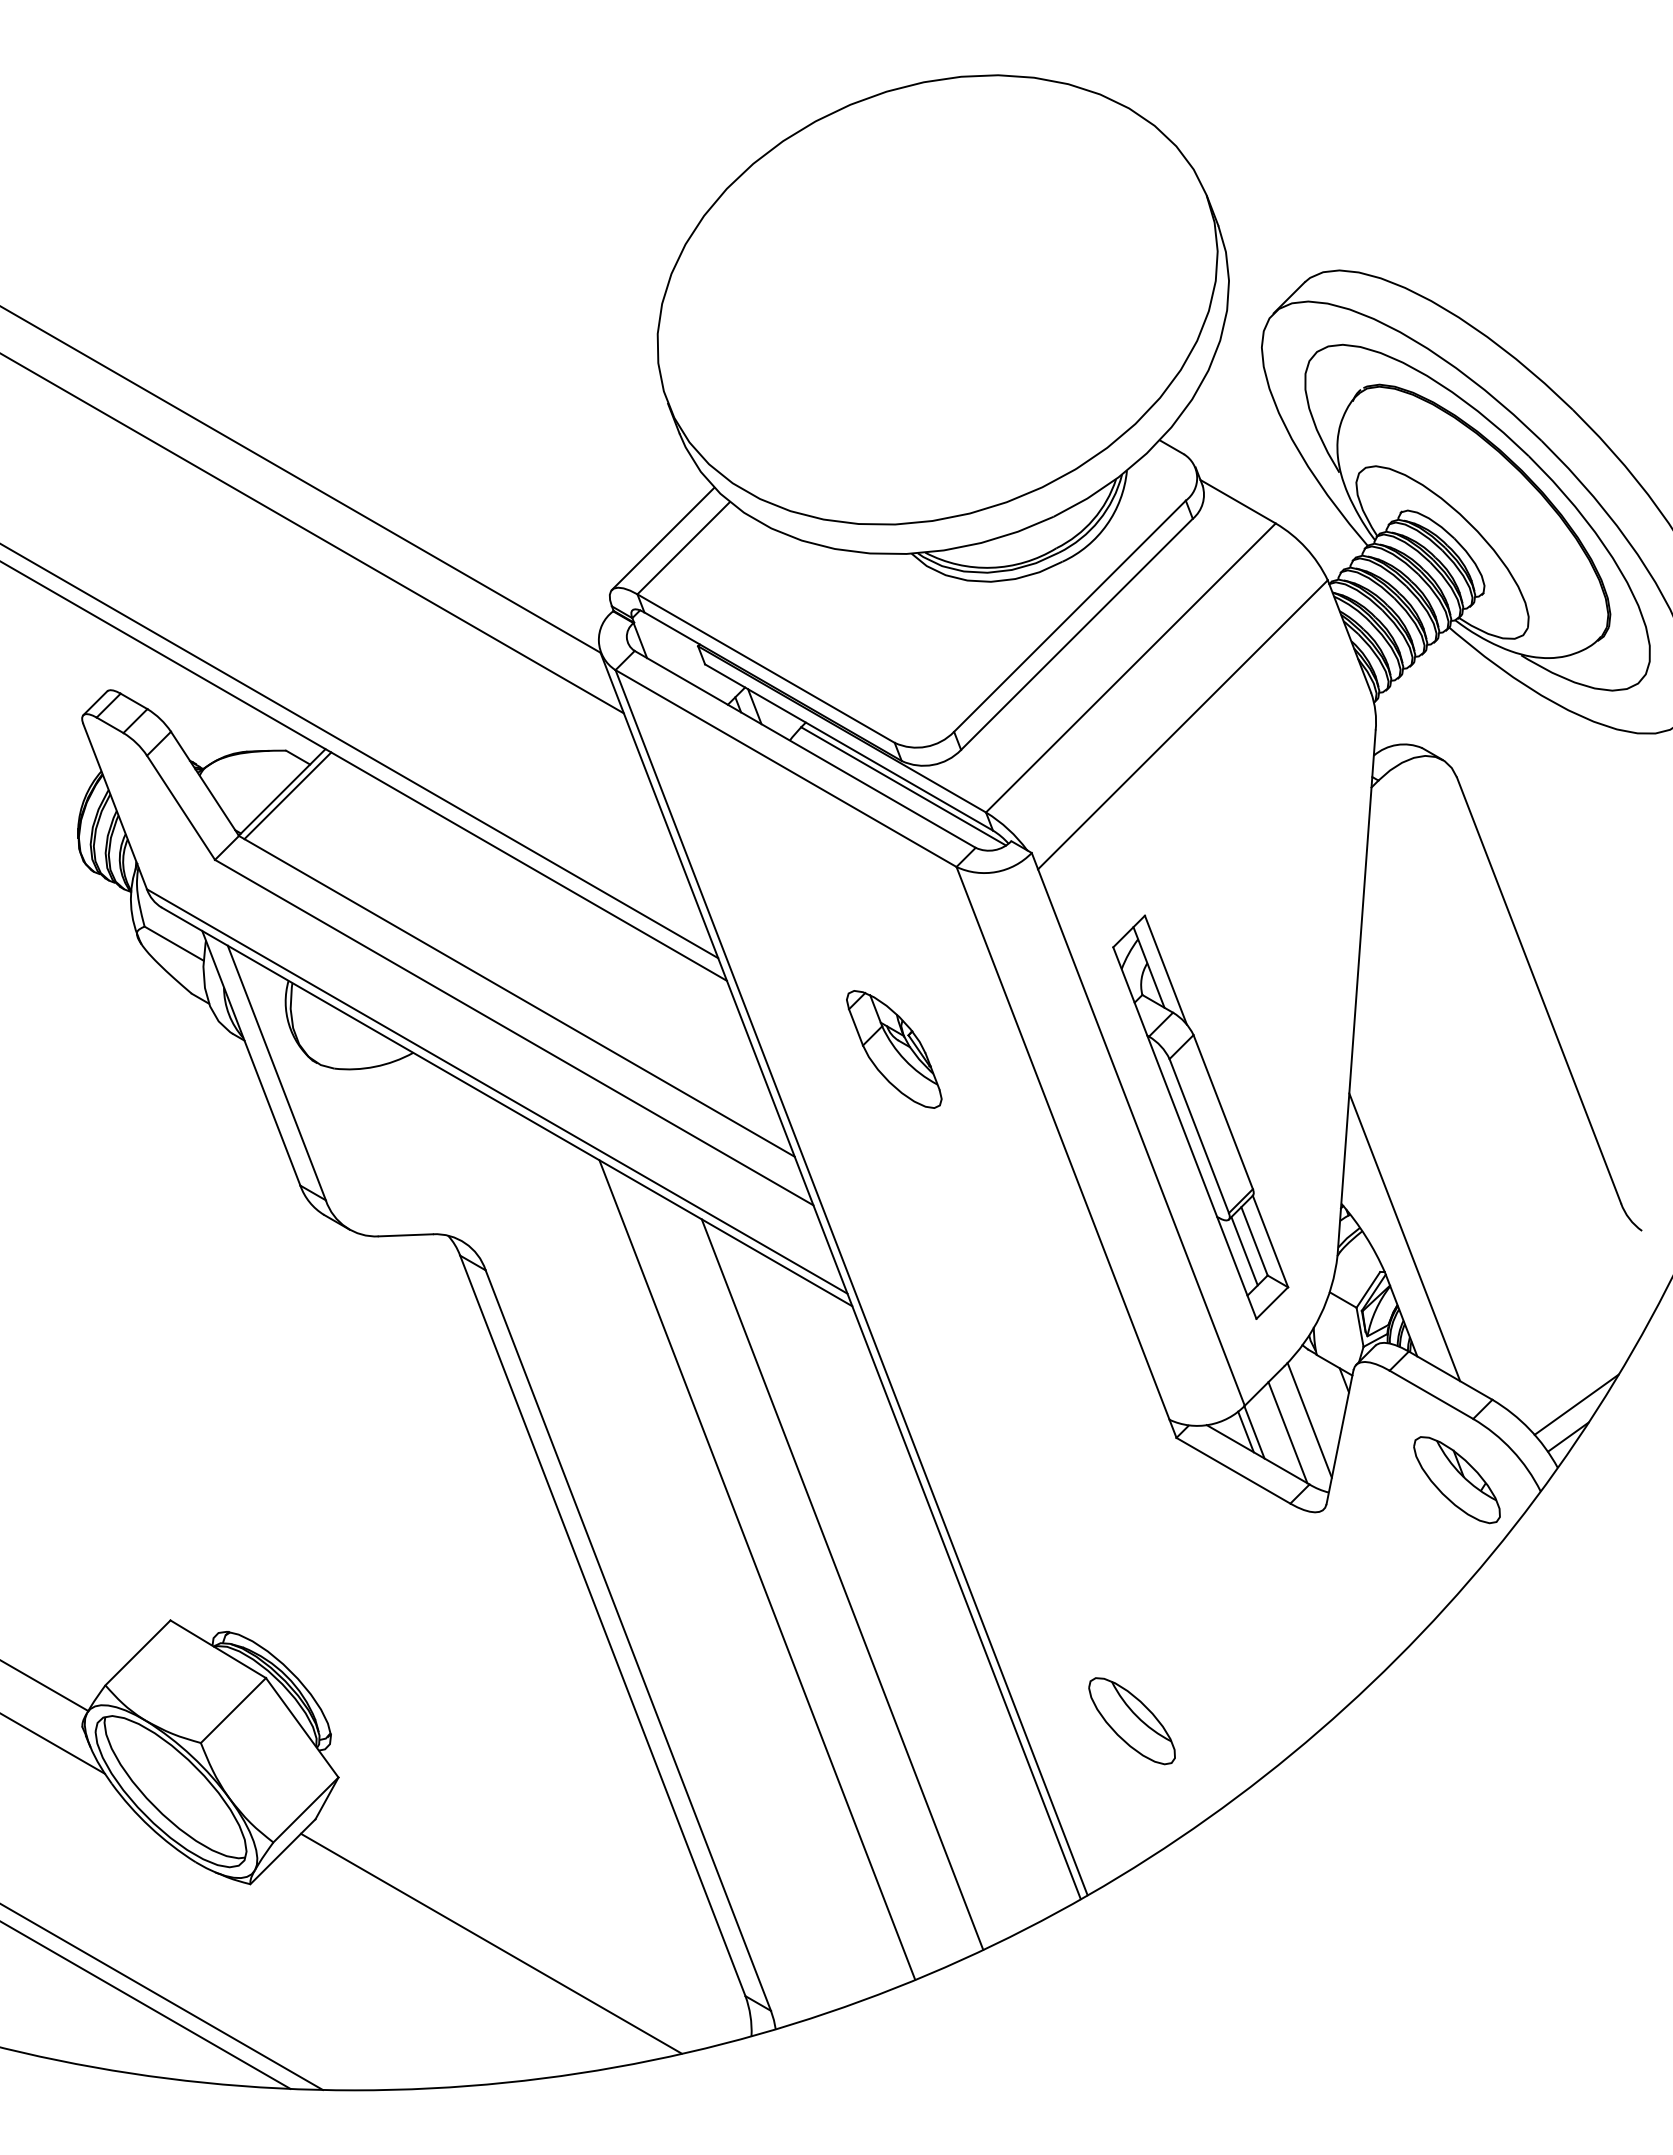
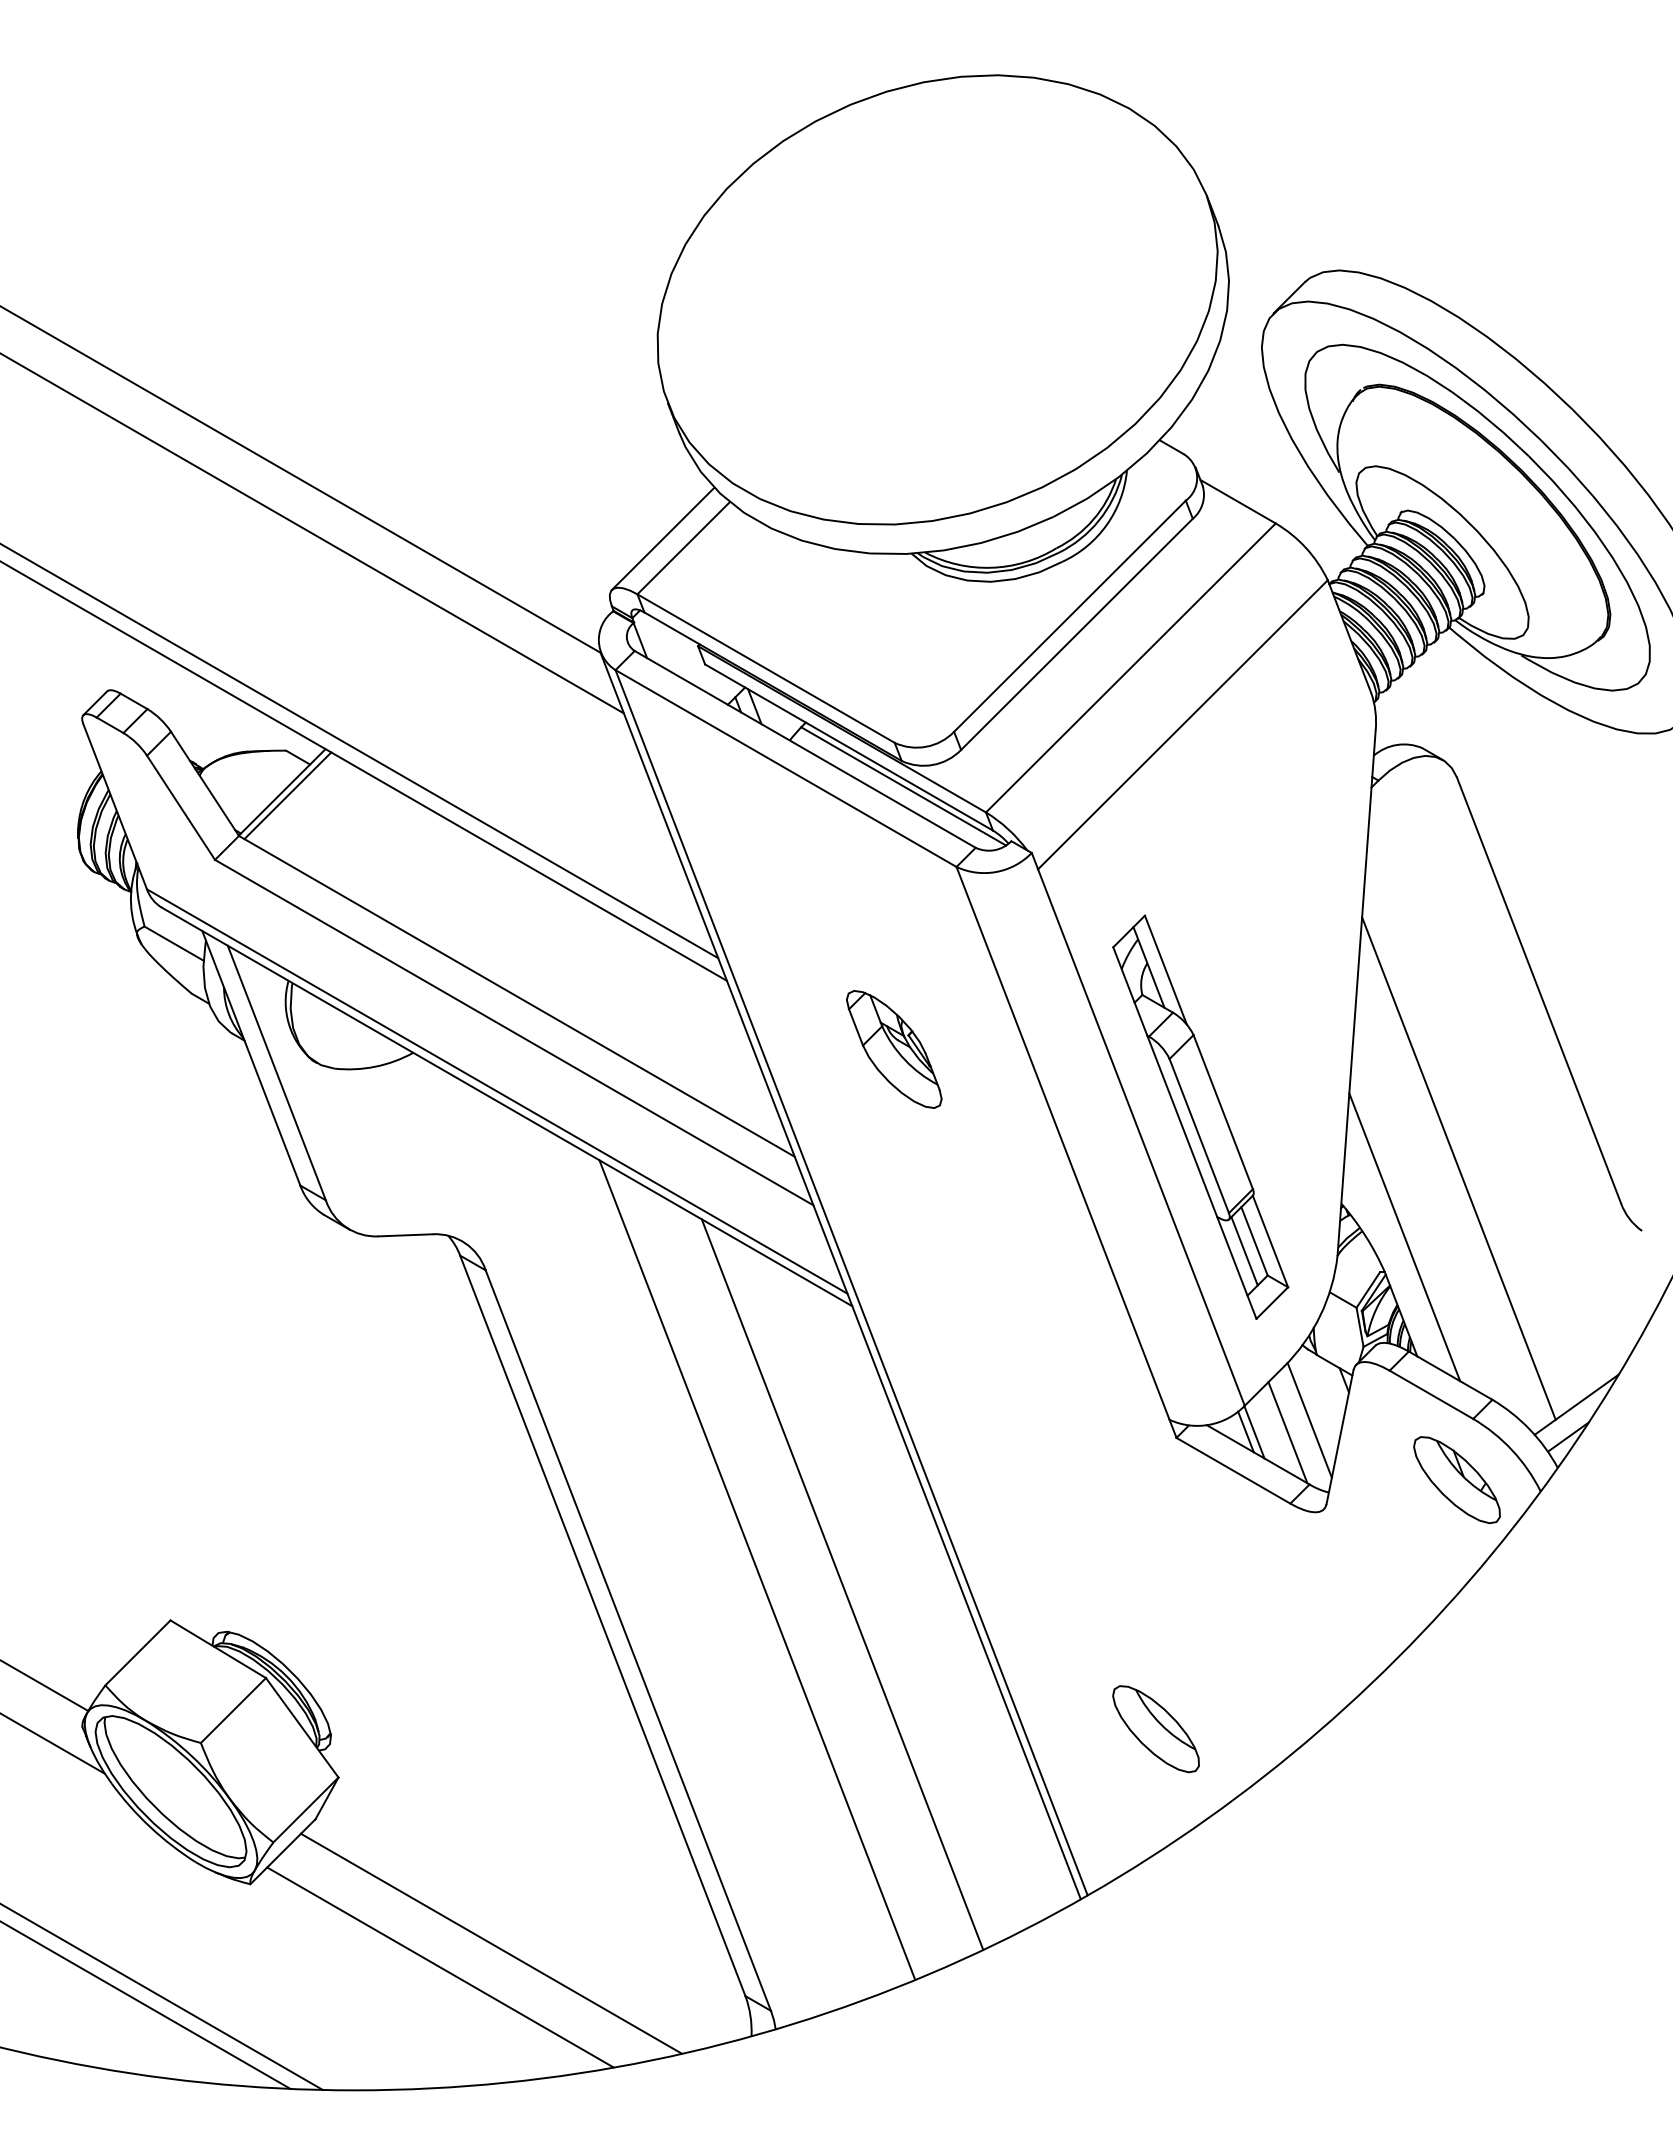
line at (1458, 1168): none -> present
part at (1131, 1721) position: (1131, 1721) -> (1155, 1729)
line at (440, 1967): none -> present
